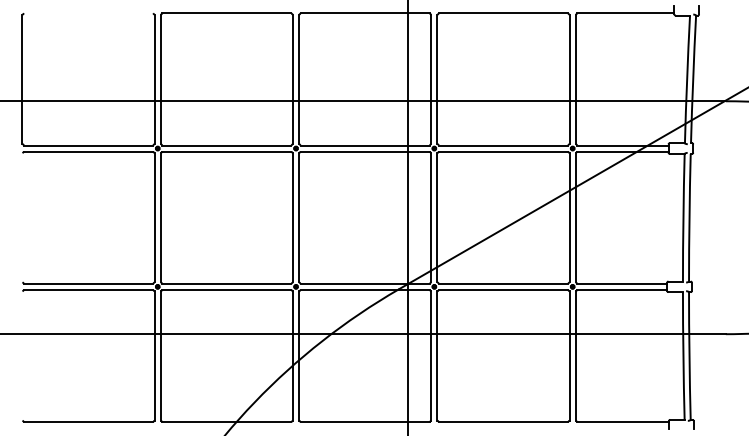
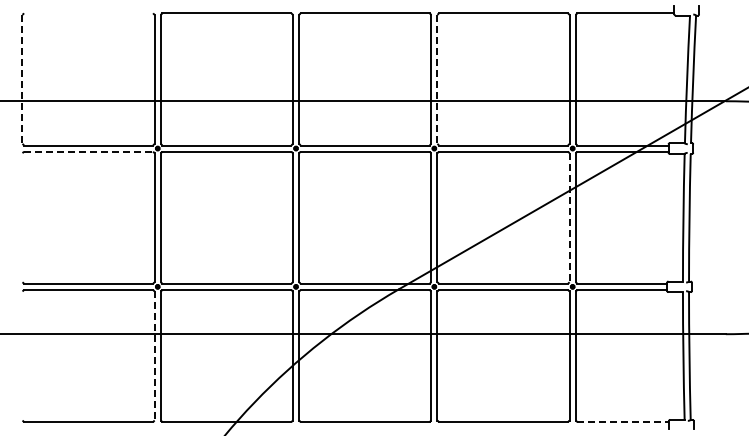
line at (22, 79): solid -> dashed
line at (437, 79): solid -> dashed
line at (88, 151): solid -> dashed
line at (407, 217): present -> none
line at (569, 217): solid -> dashed
line at (154, 356): solid -> dashed
line at (623, 422): solid -> dashed
